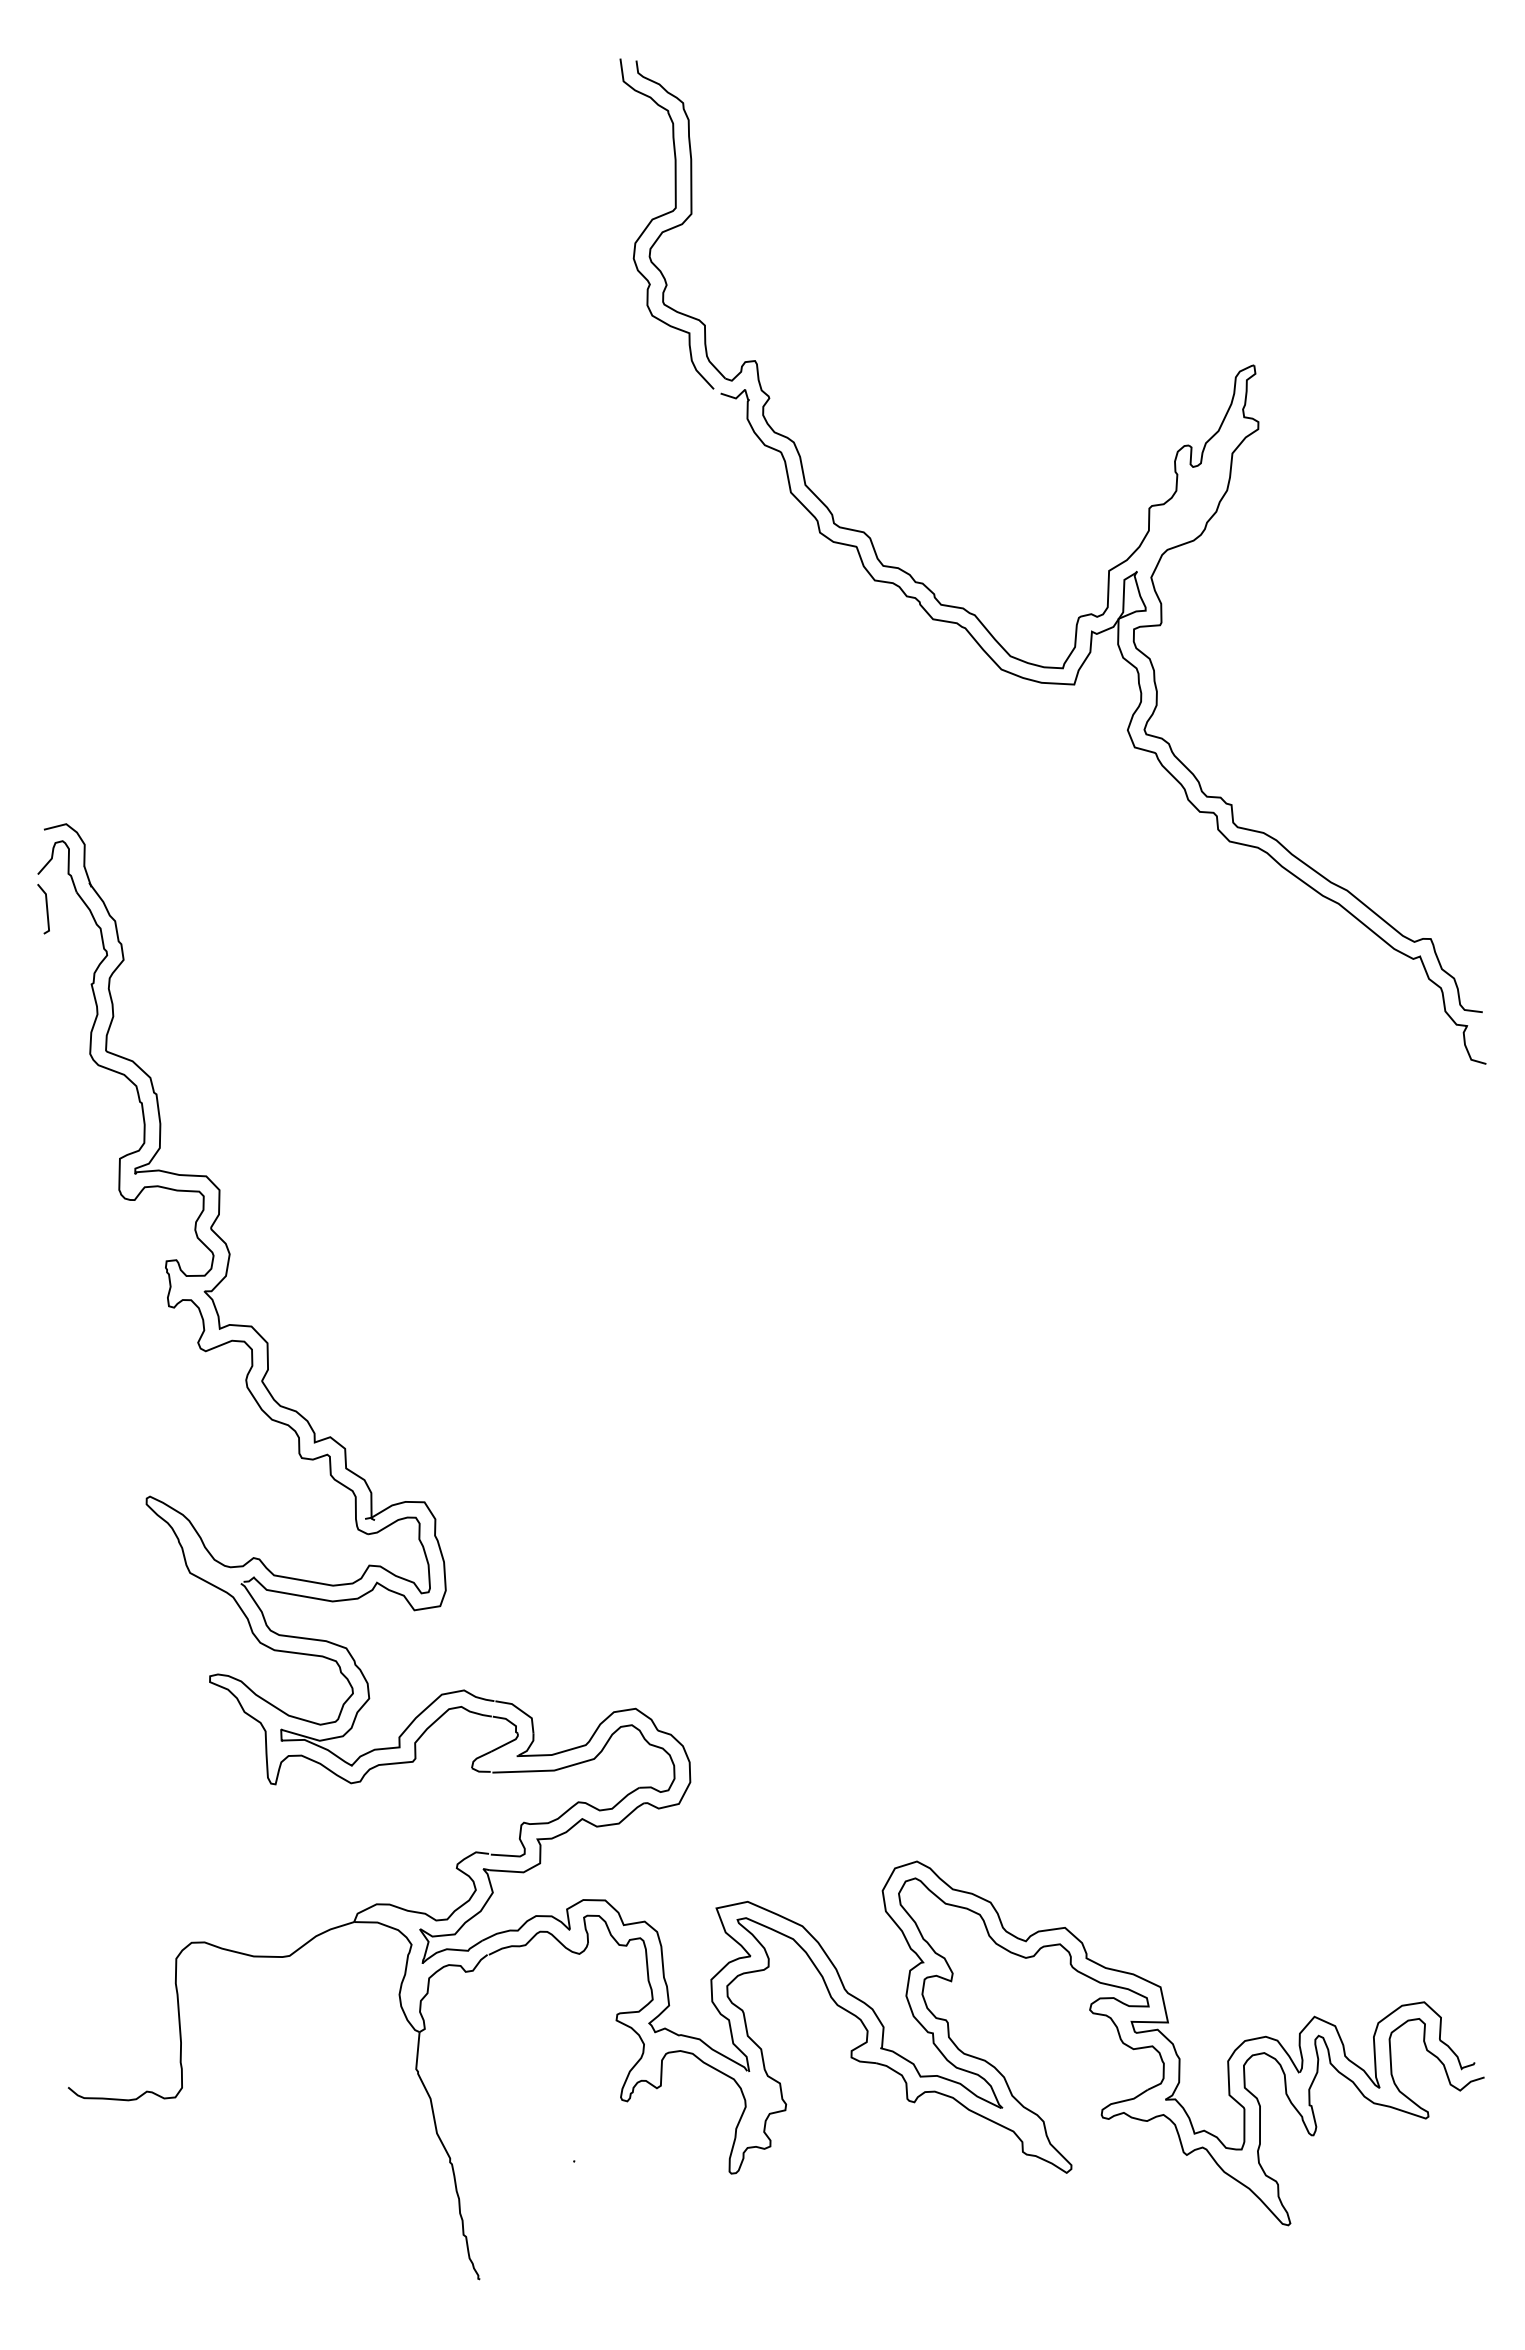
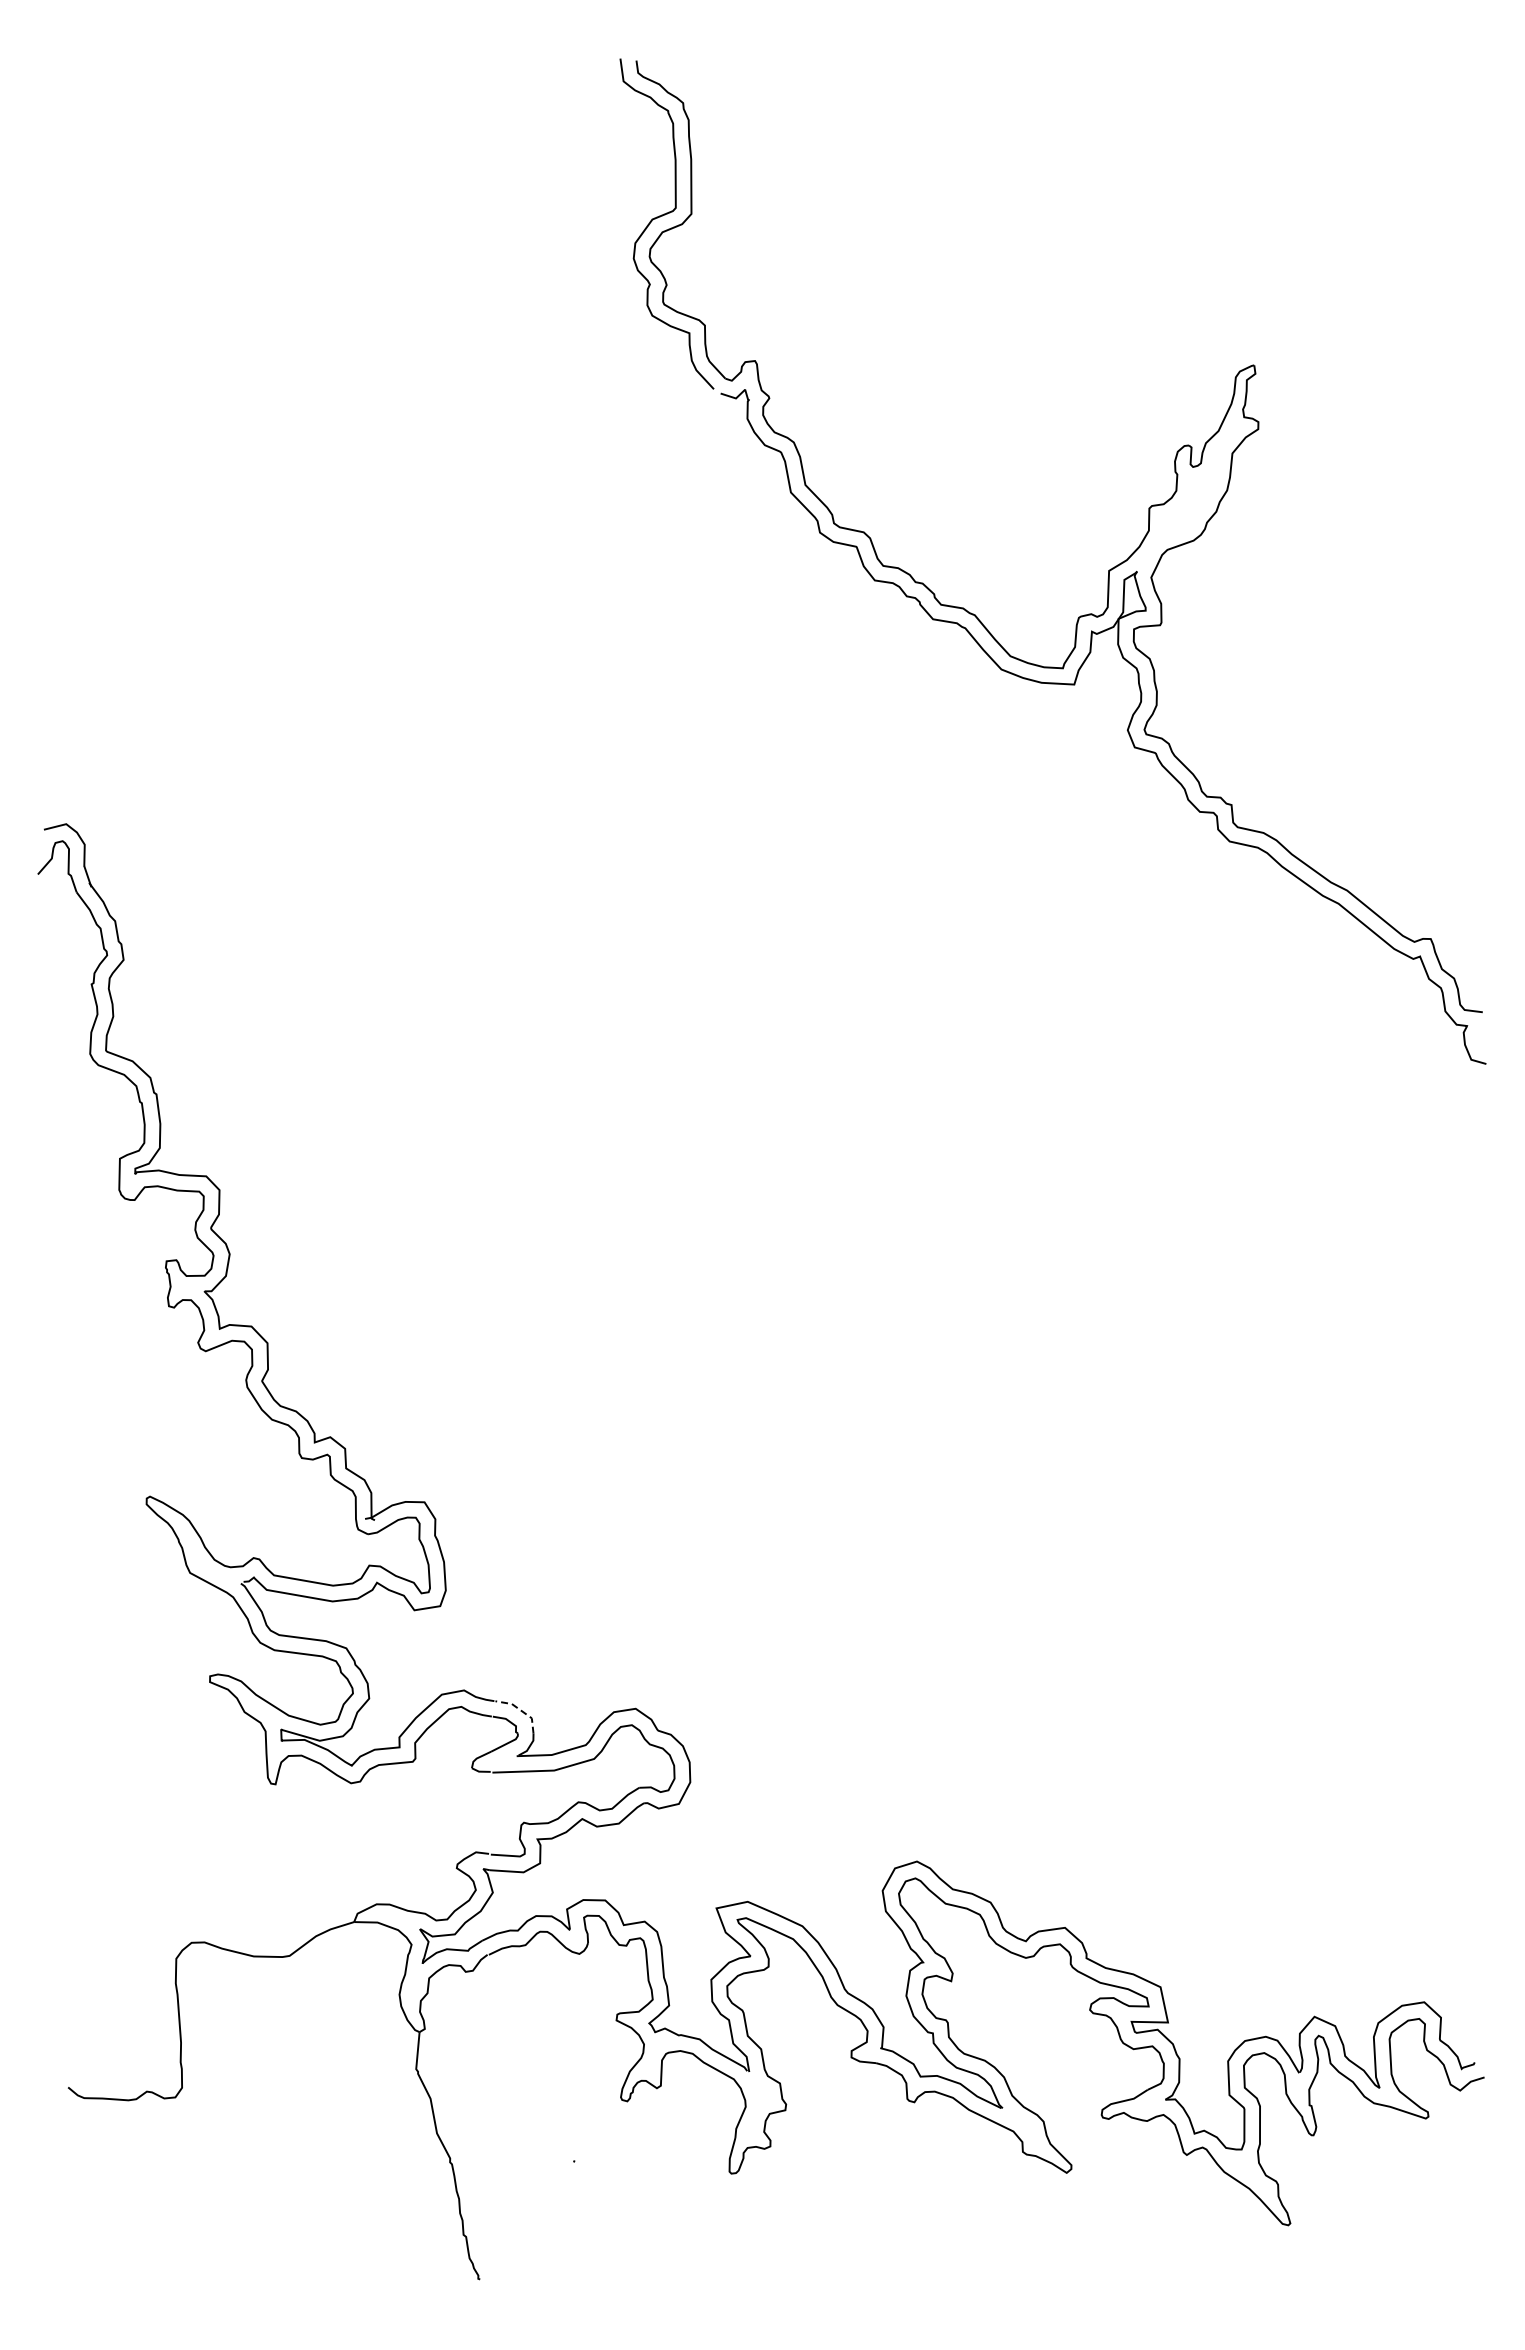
line at (46, 908): present -> none
line at (521, 1710): solid -> dashed
